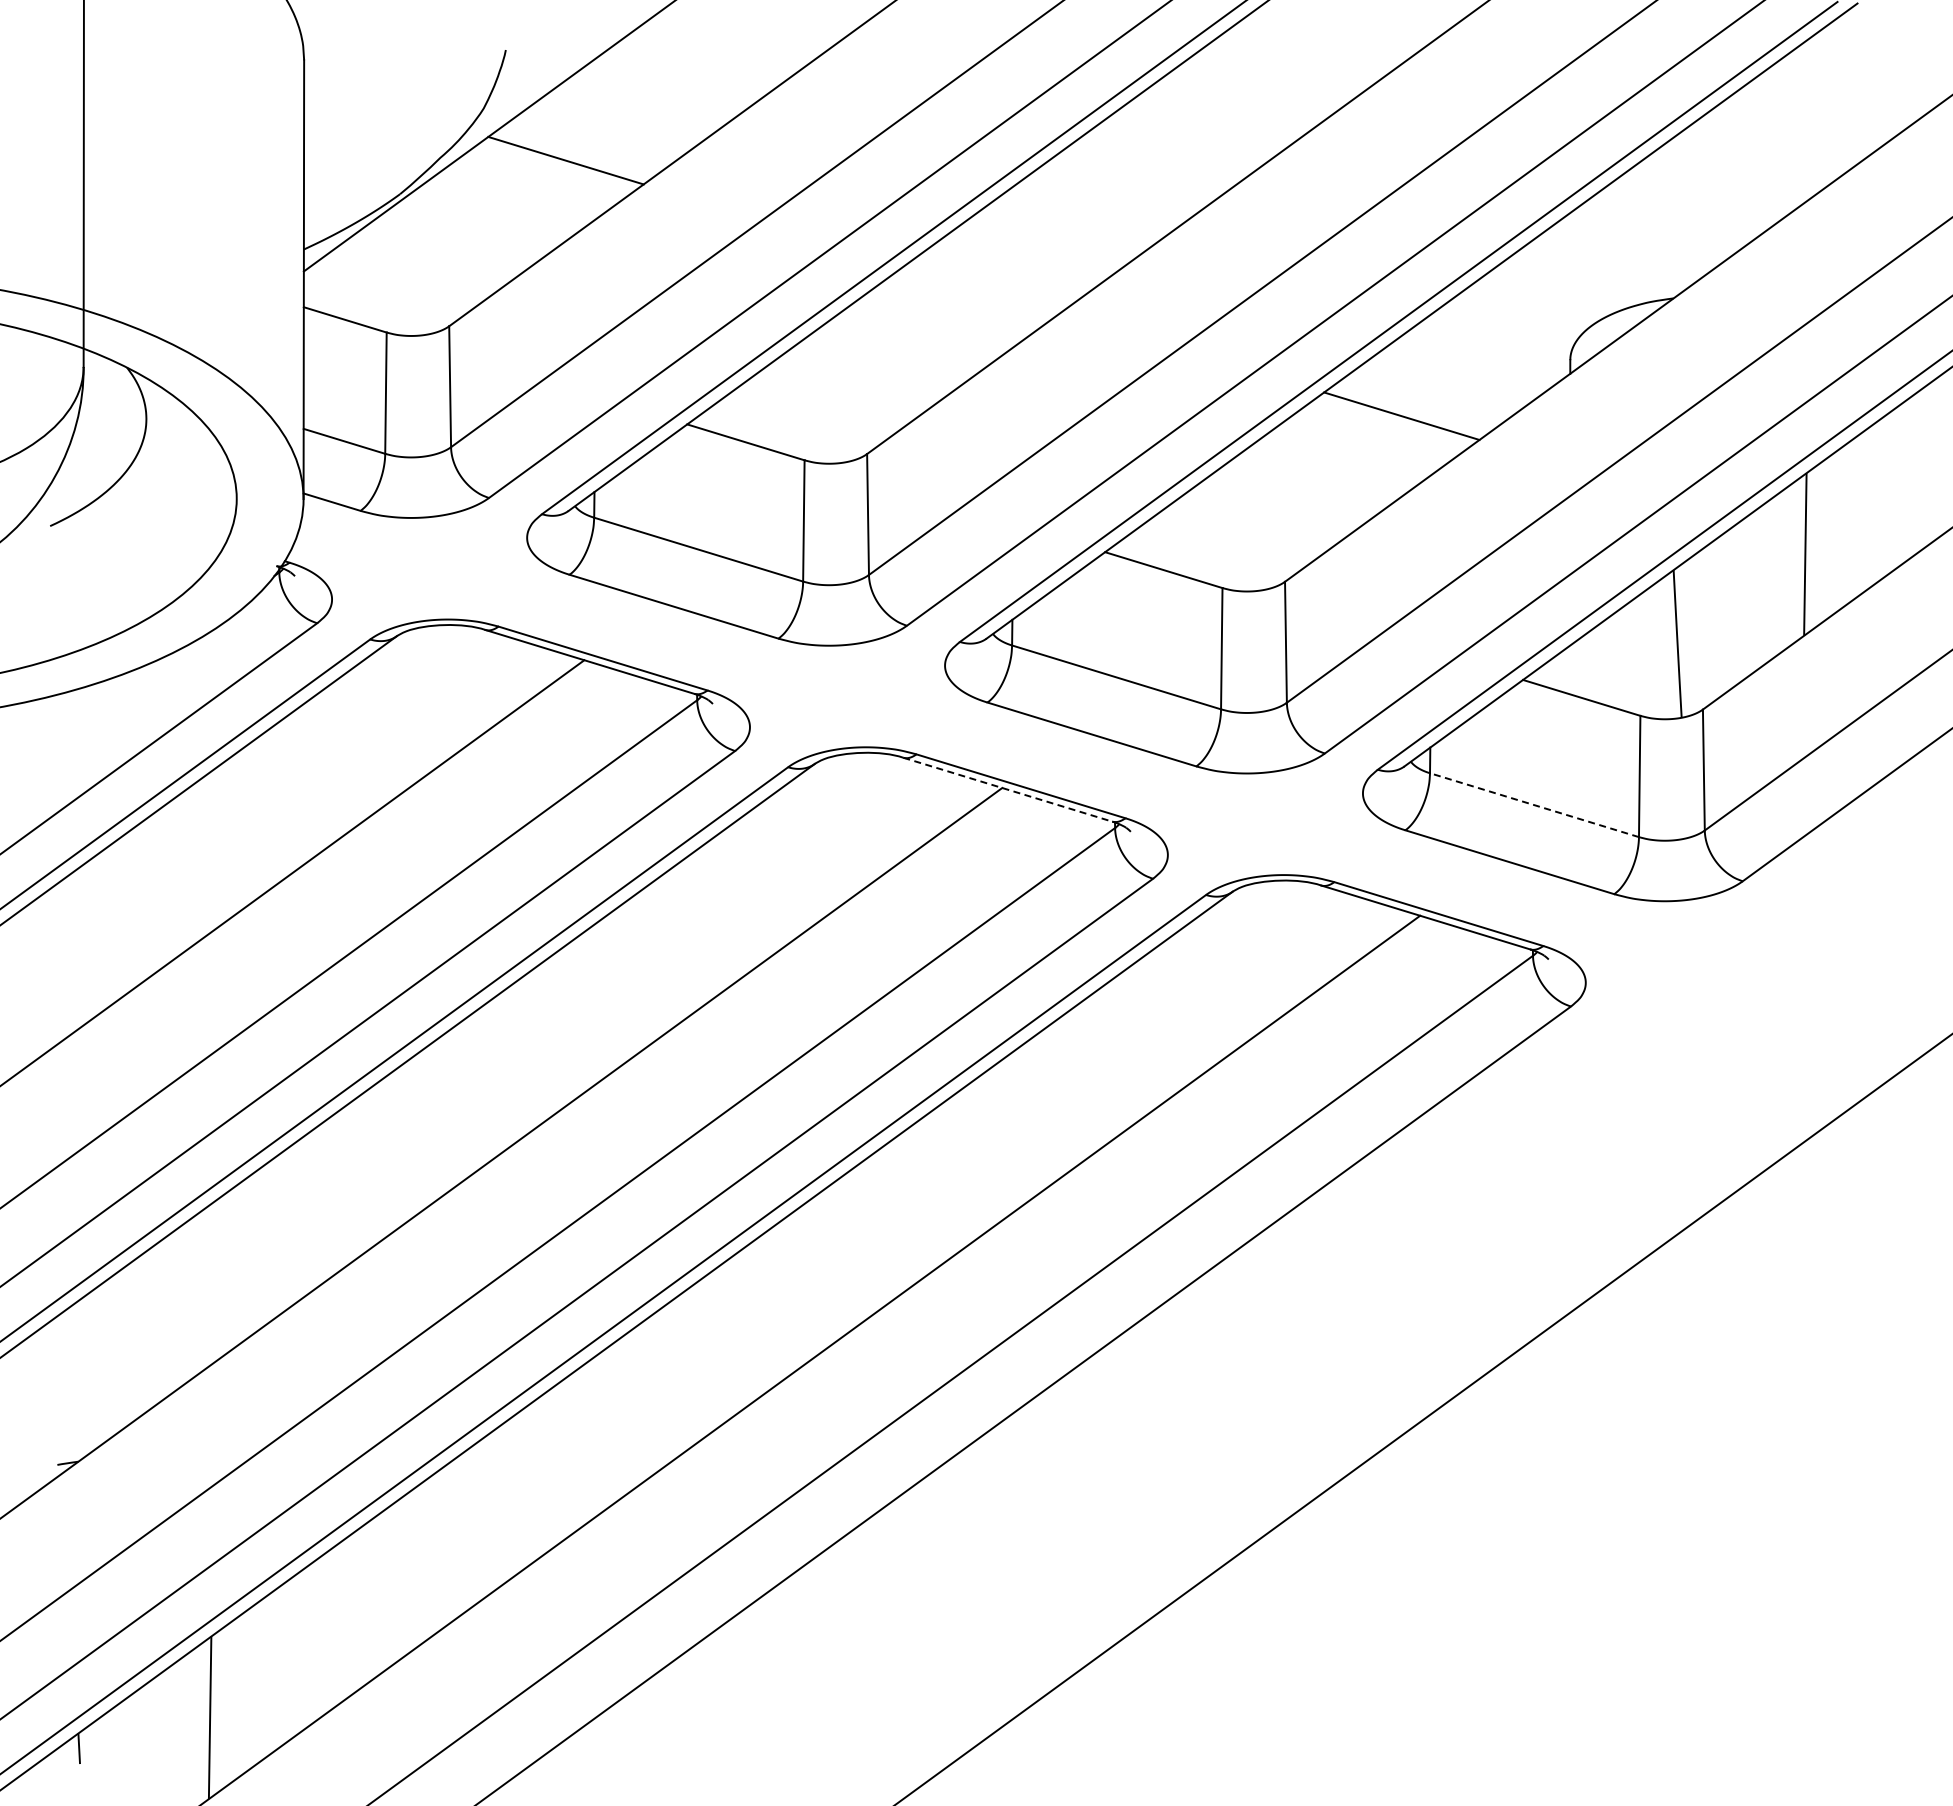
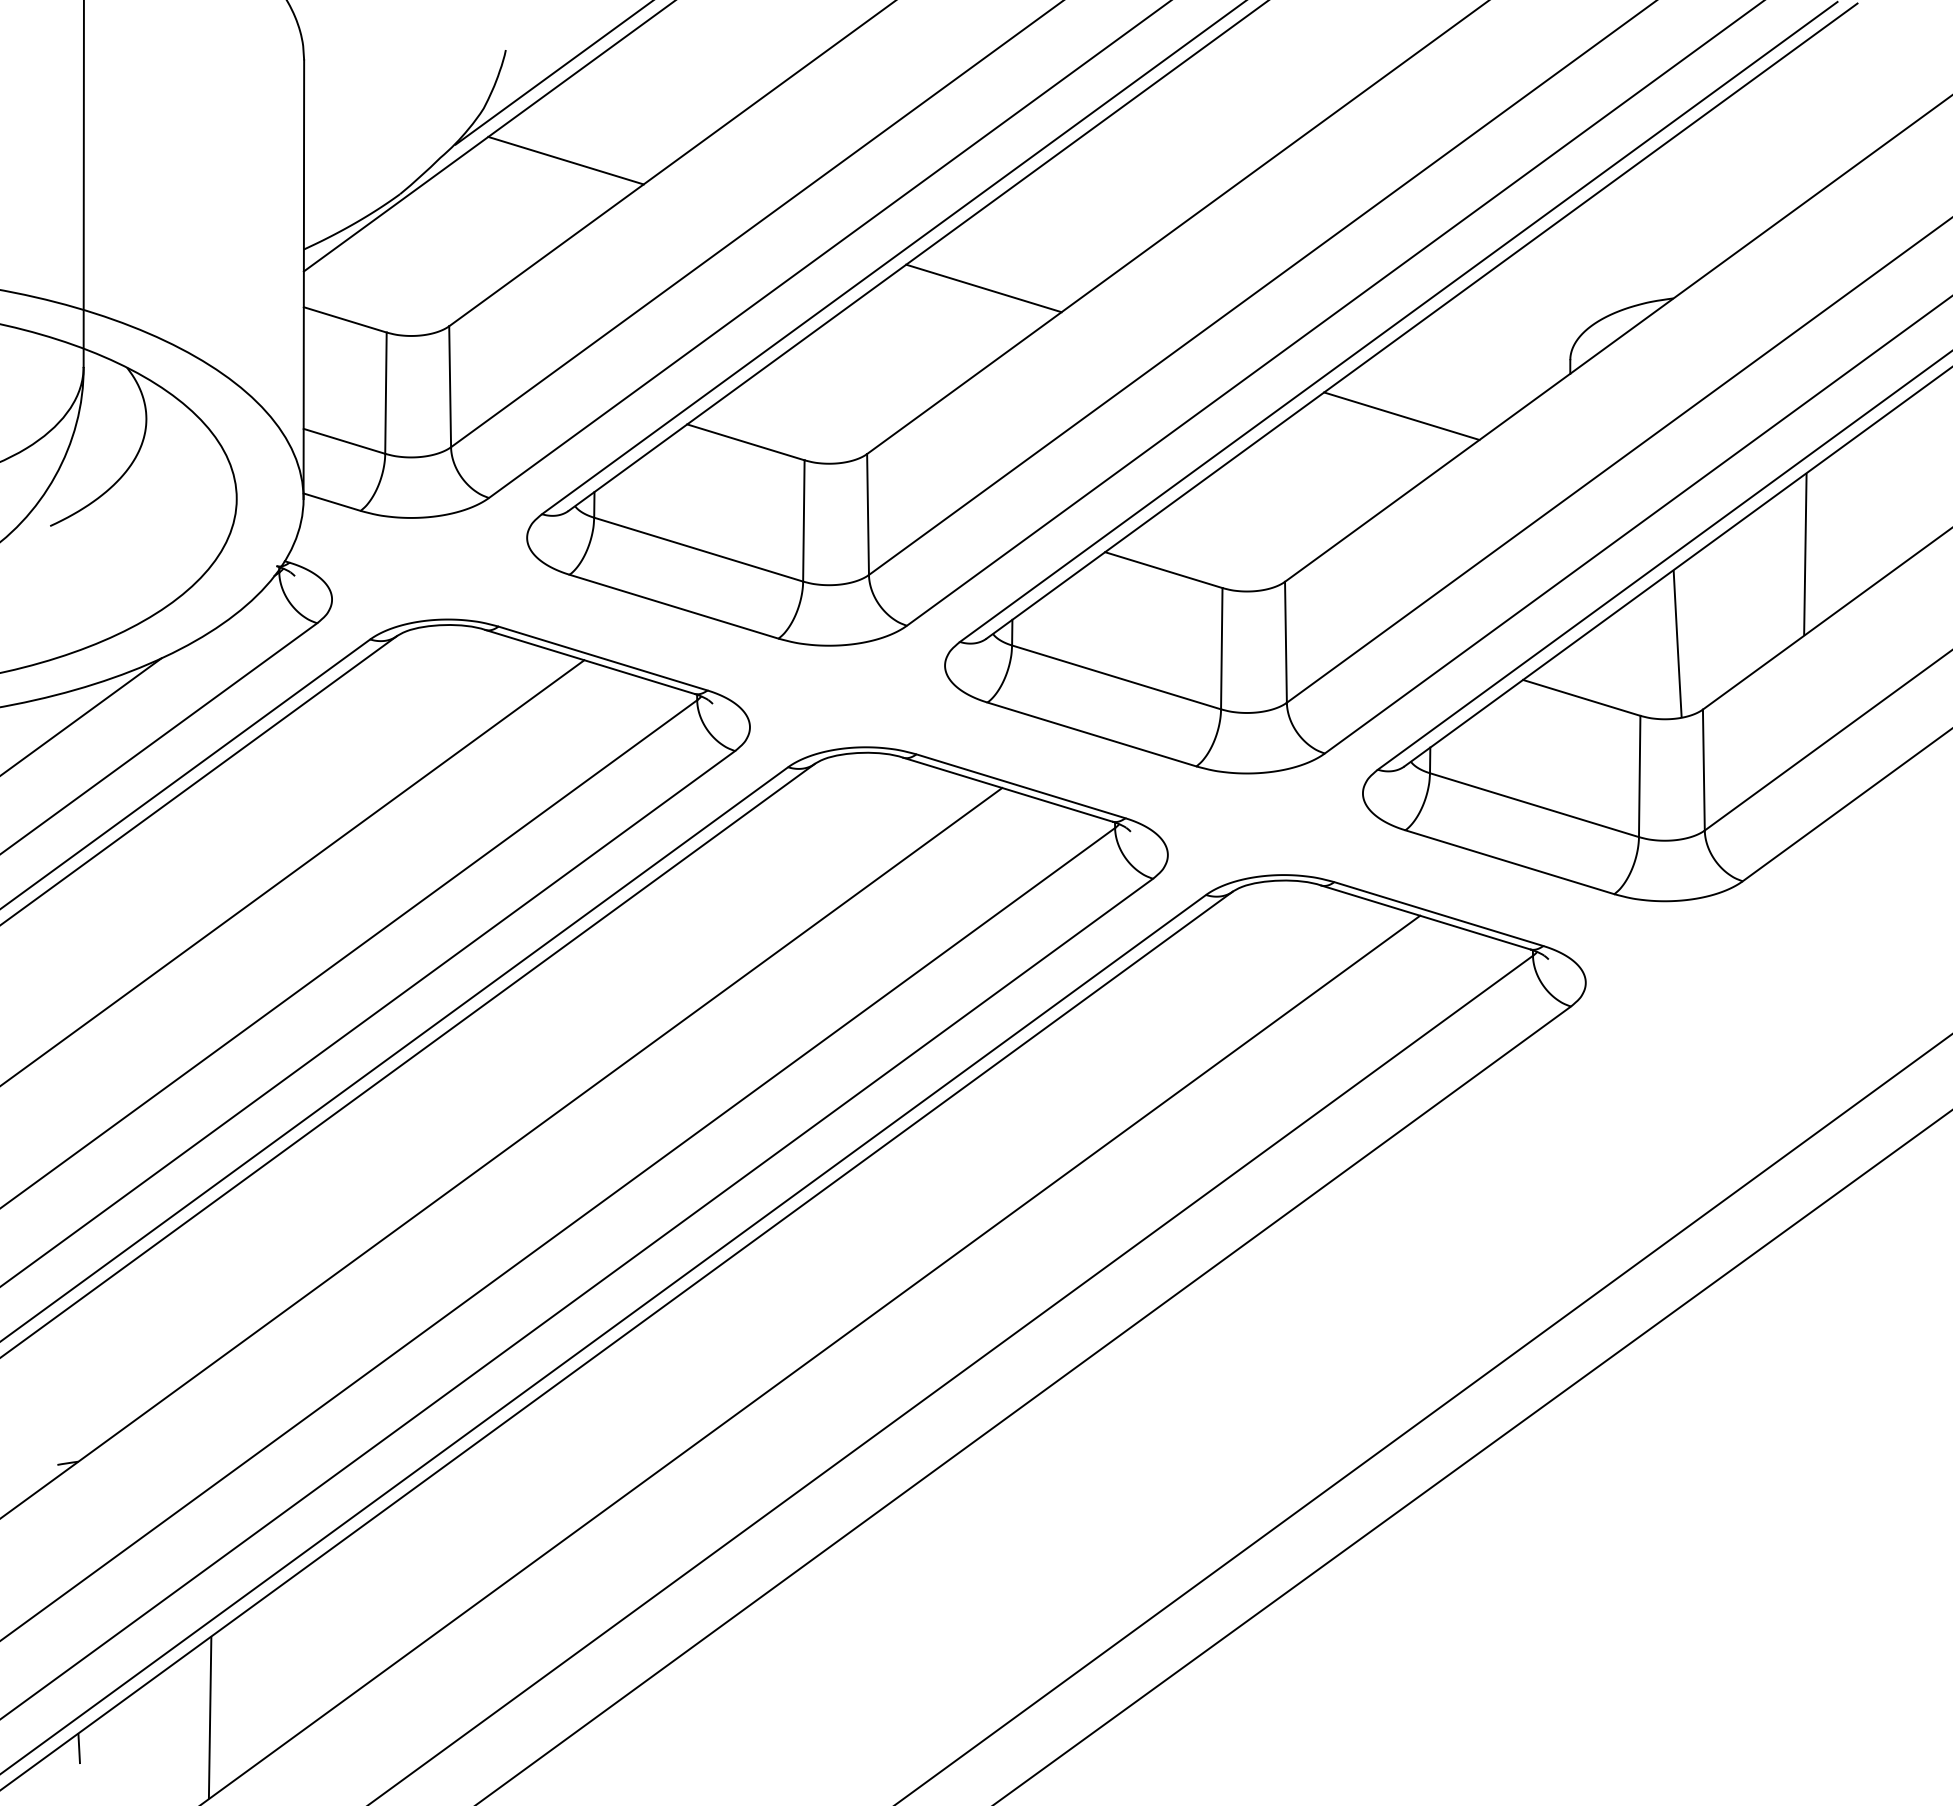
line at (552, 73): none -> present
line at (983, 288): none -> present
line at (81, 716): none -> present
line at (1008, 789): dashed -> solid
line at (1534, 805): dashed -> solid
line at (1472, 1457): none -> present
